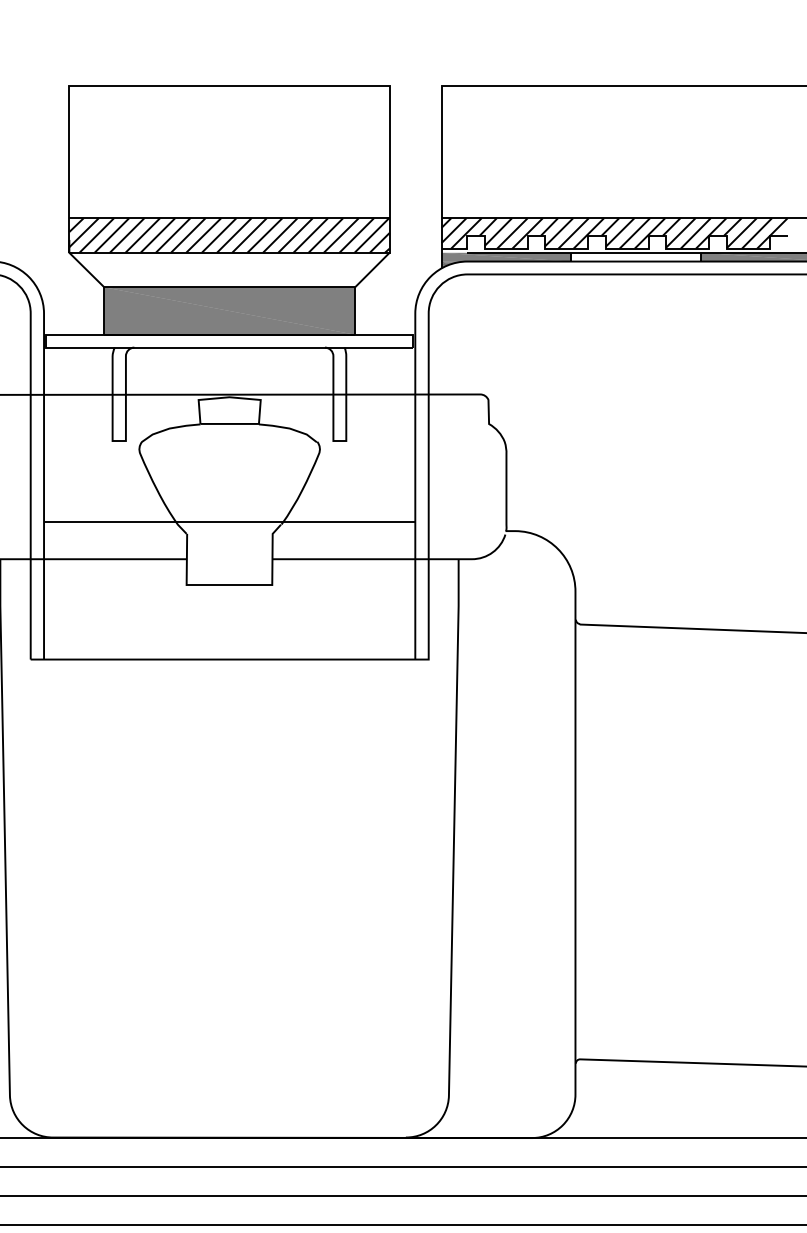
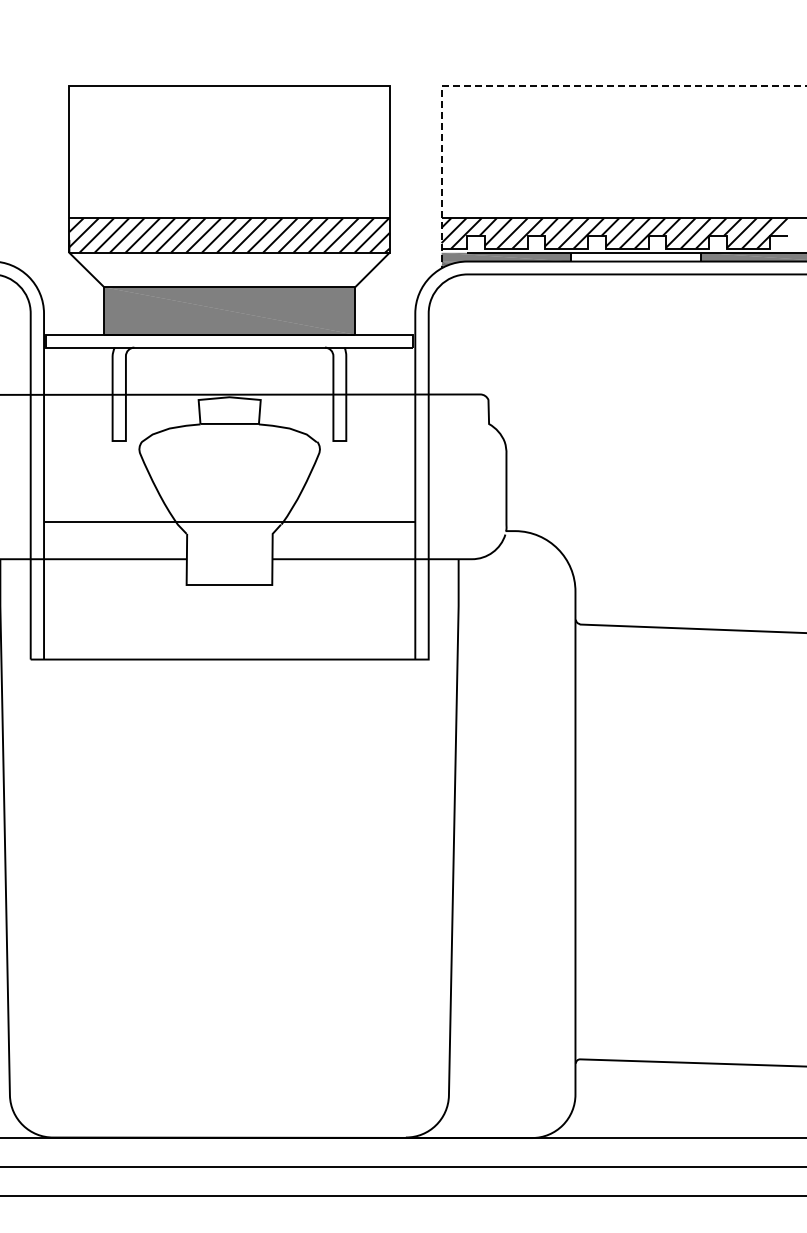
line at (531, 86): solid -> dashed
line at (402, 1224): present -> none
